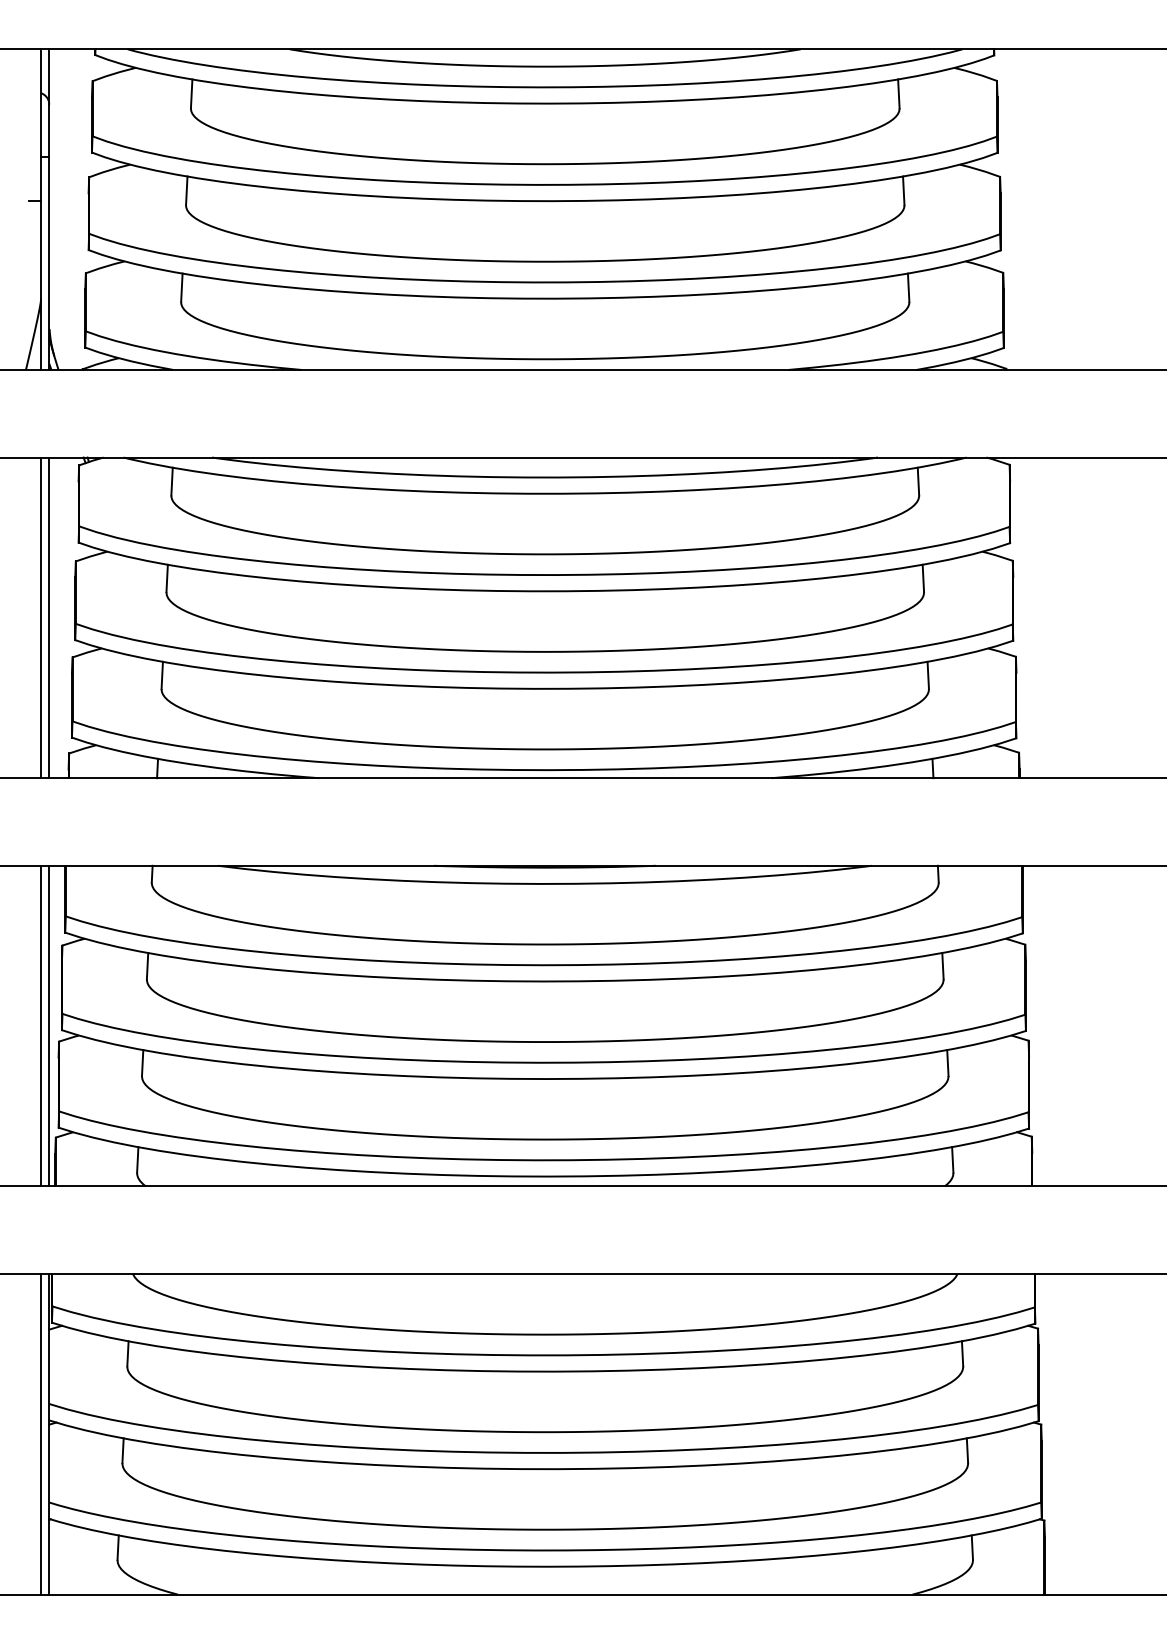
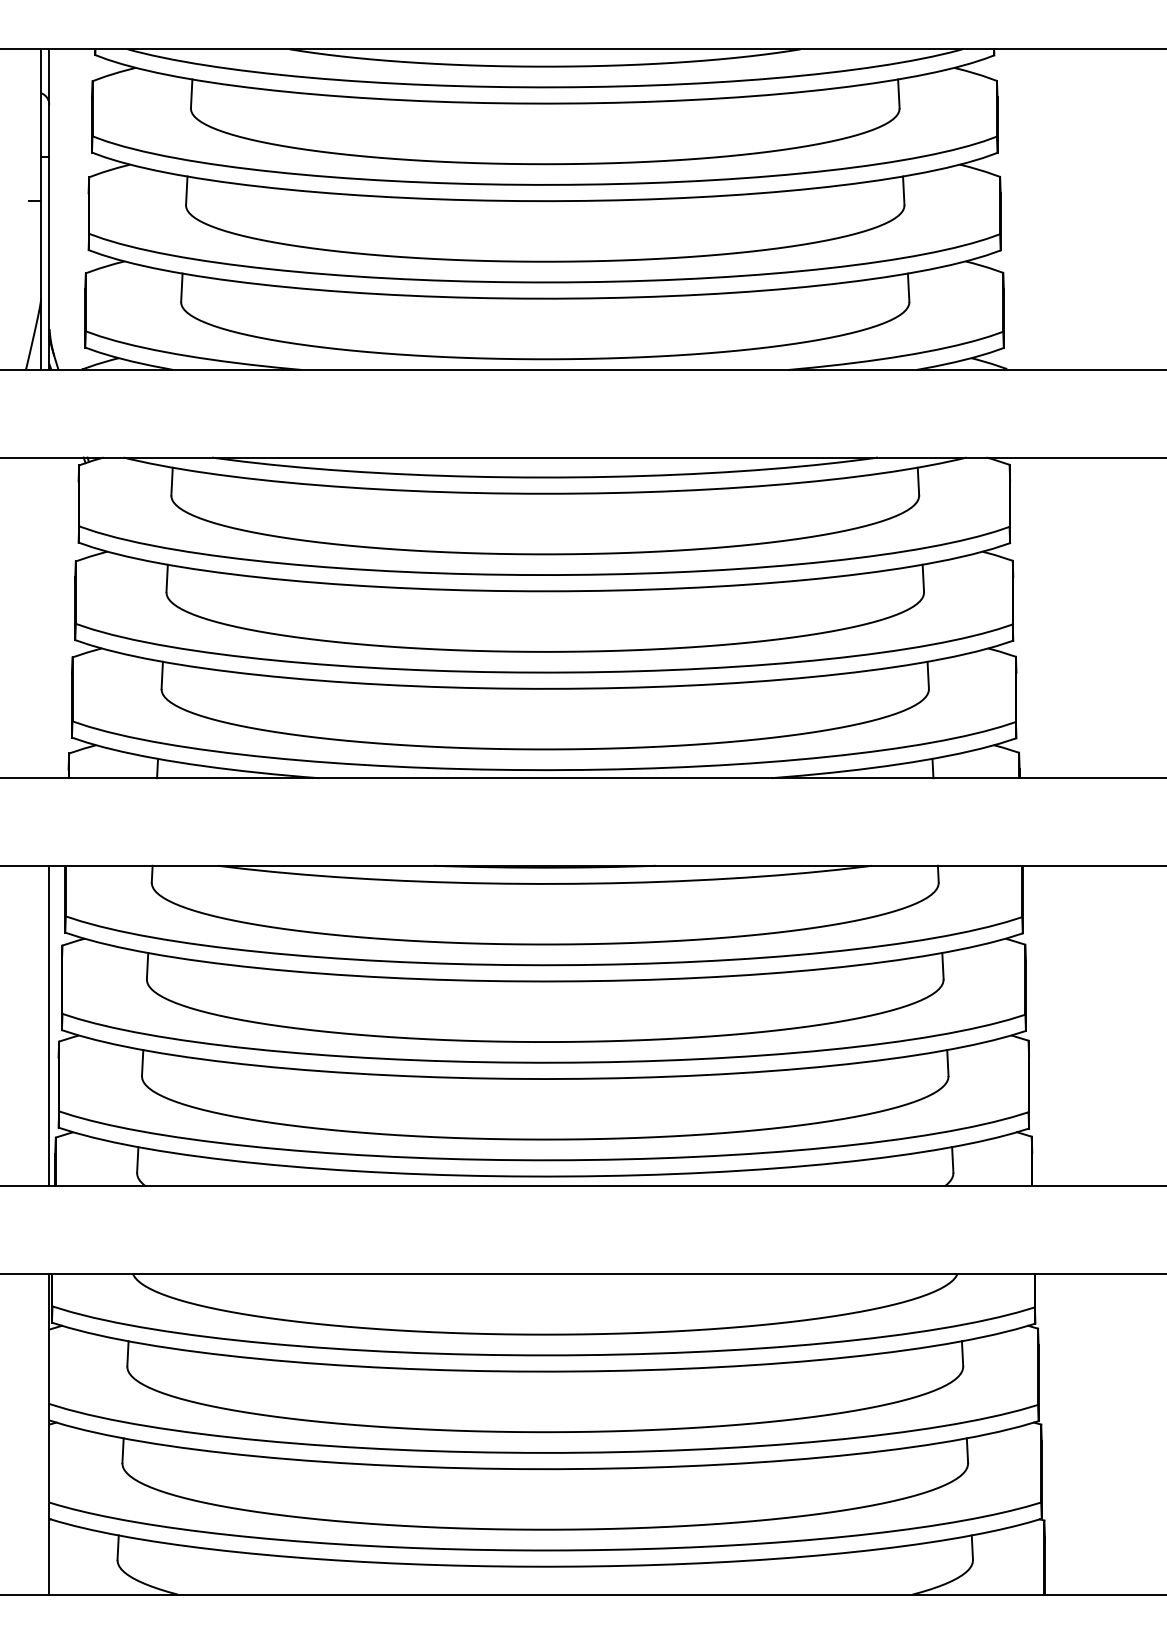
line at (41, 617): present -> none
line at (49, 617): present -> none
line at (41, 1025): present -> none
line at (41, 1434): present -> none
